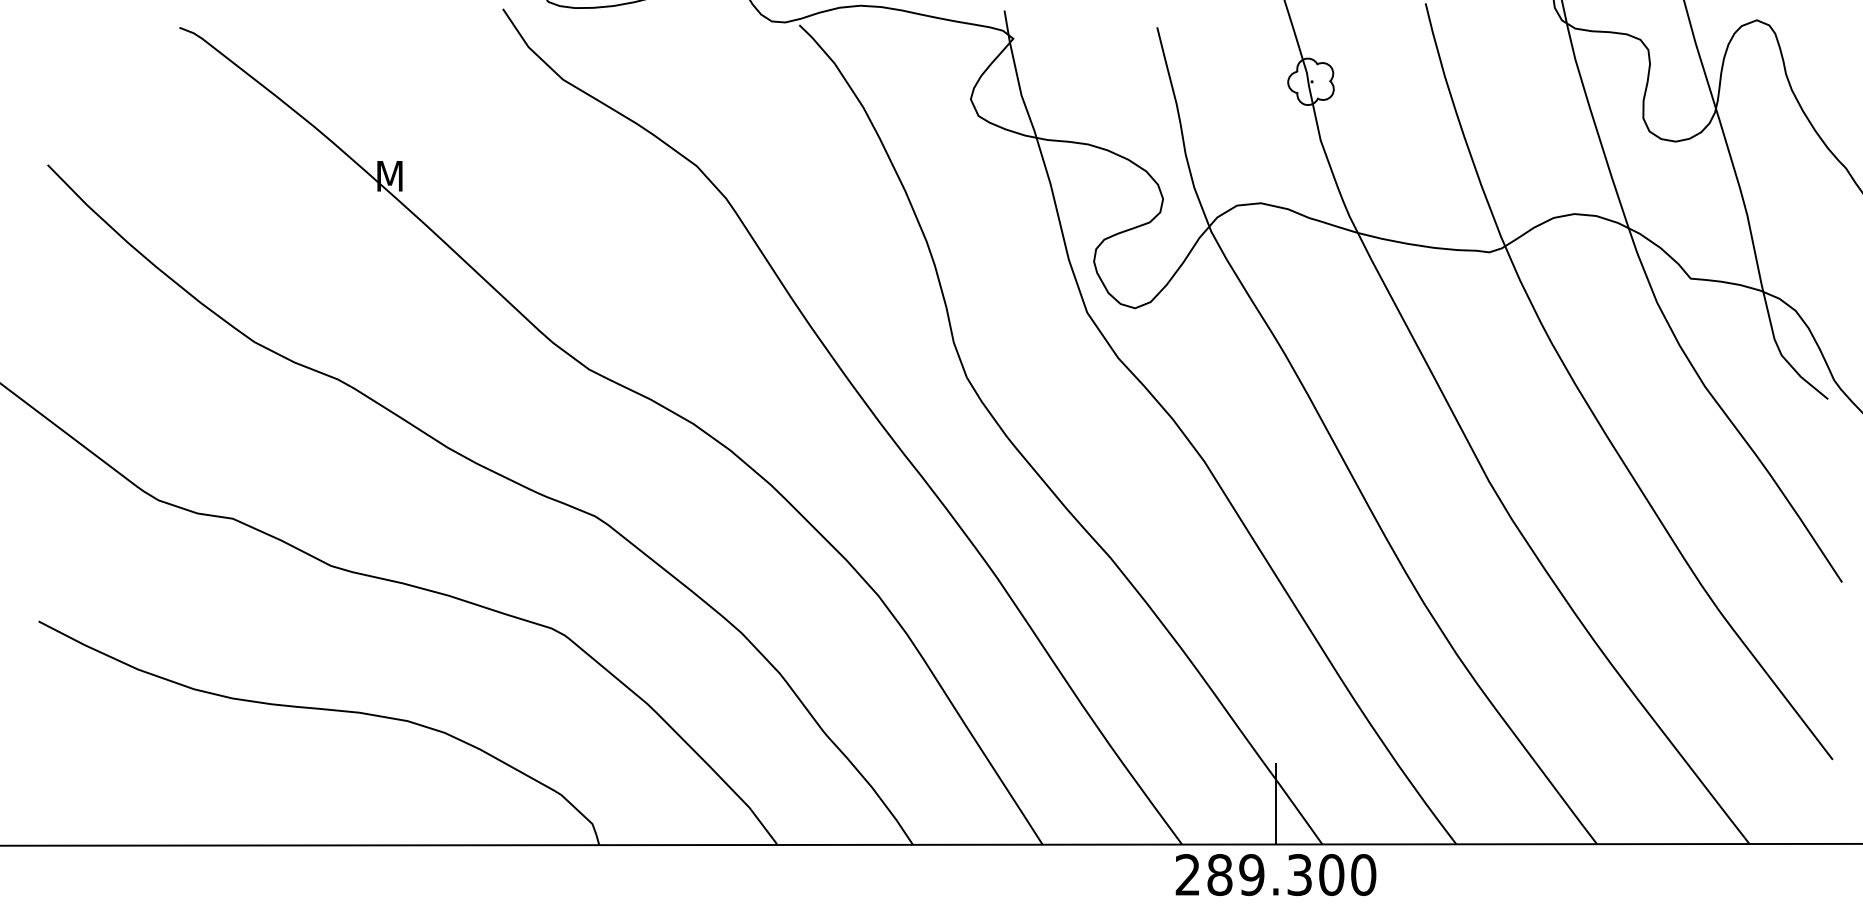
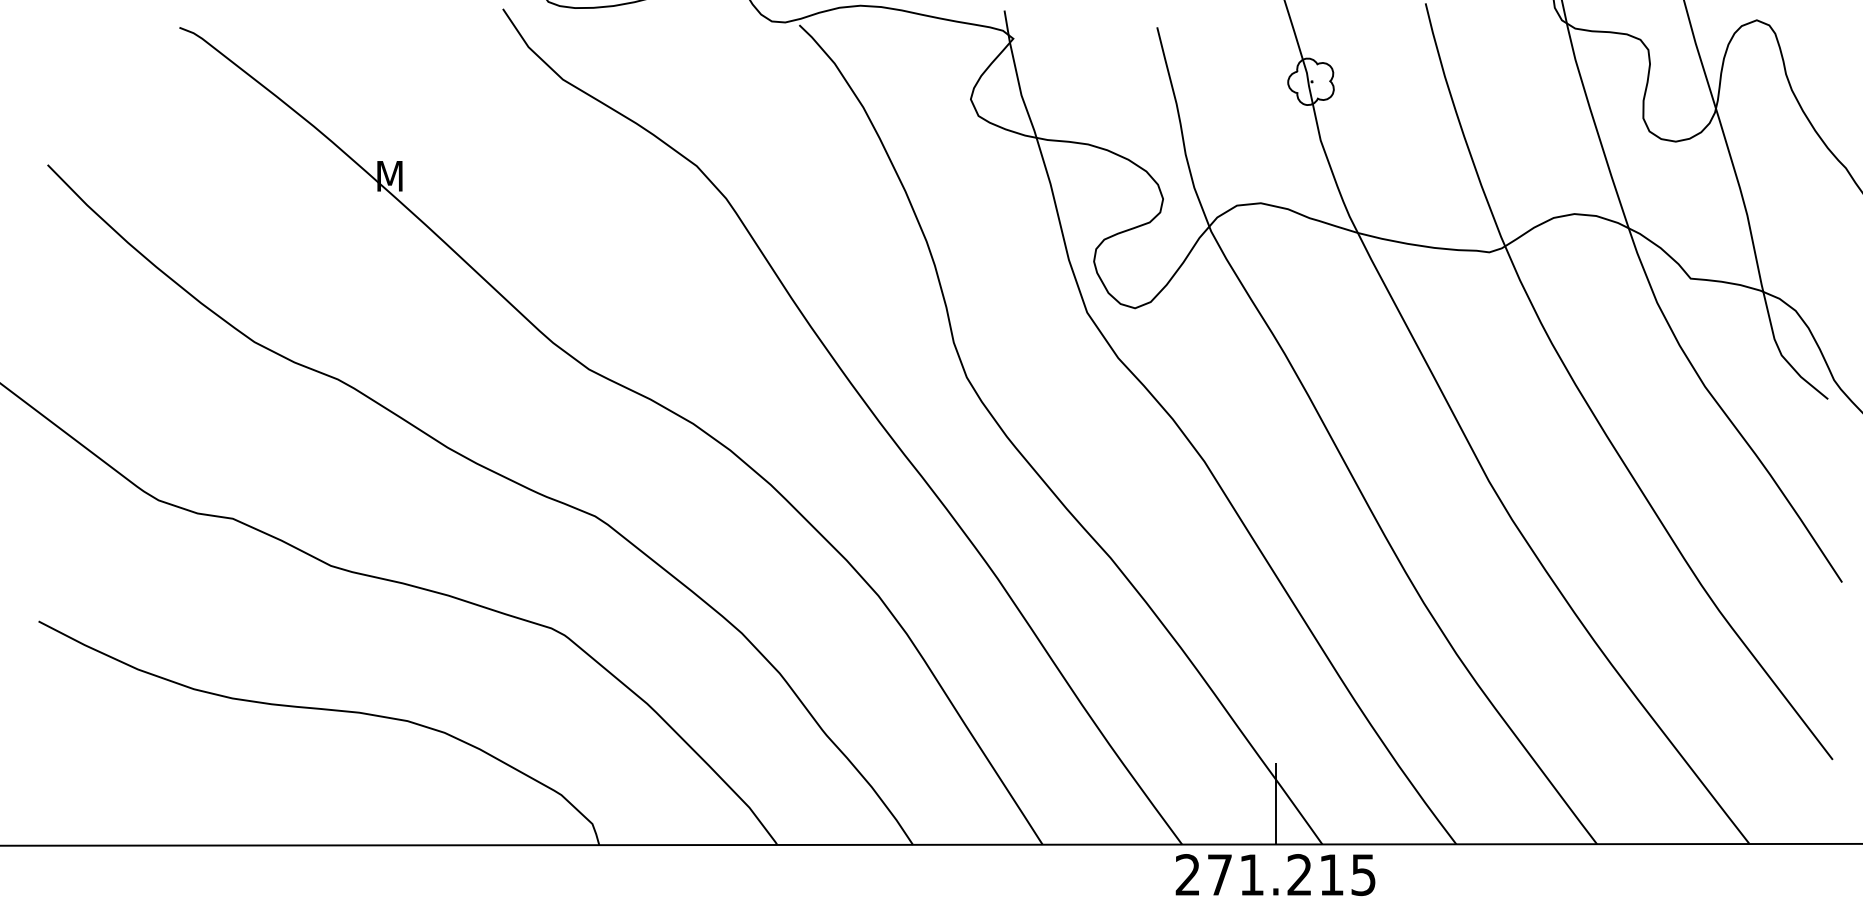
text at (1291, 875): 289.300 -> 271.215
